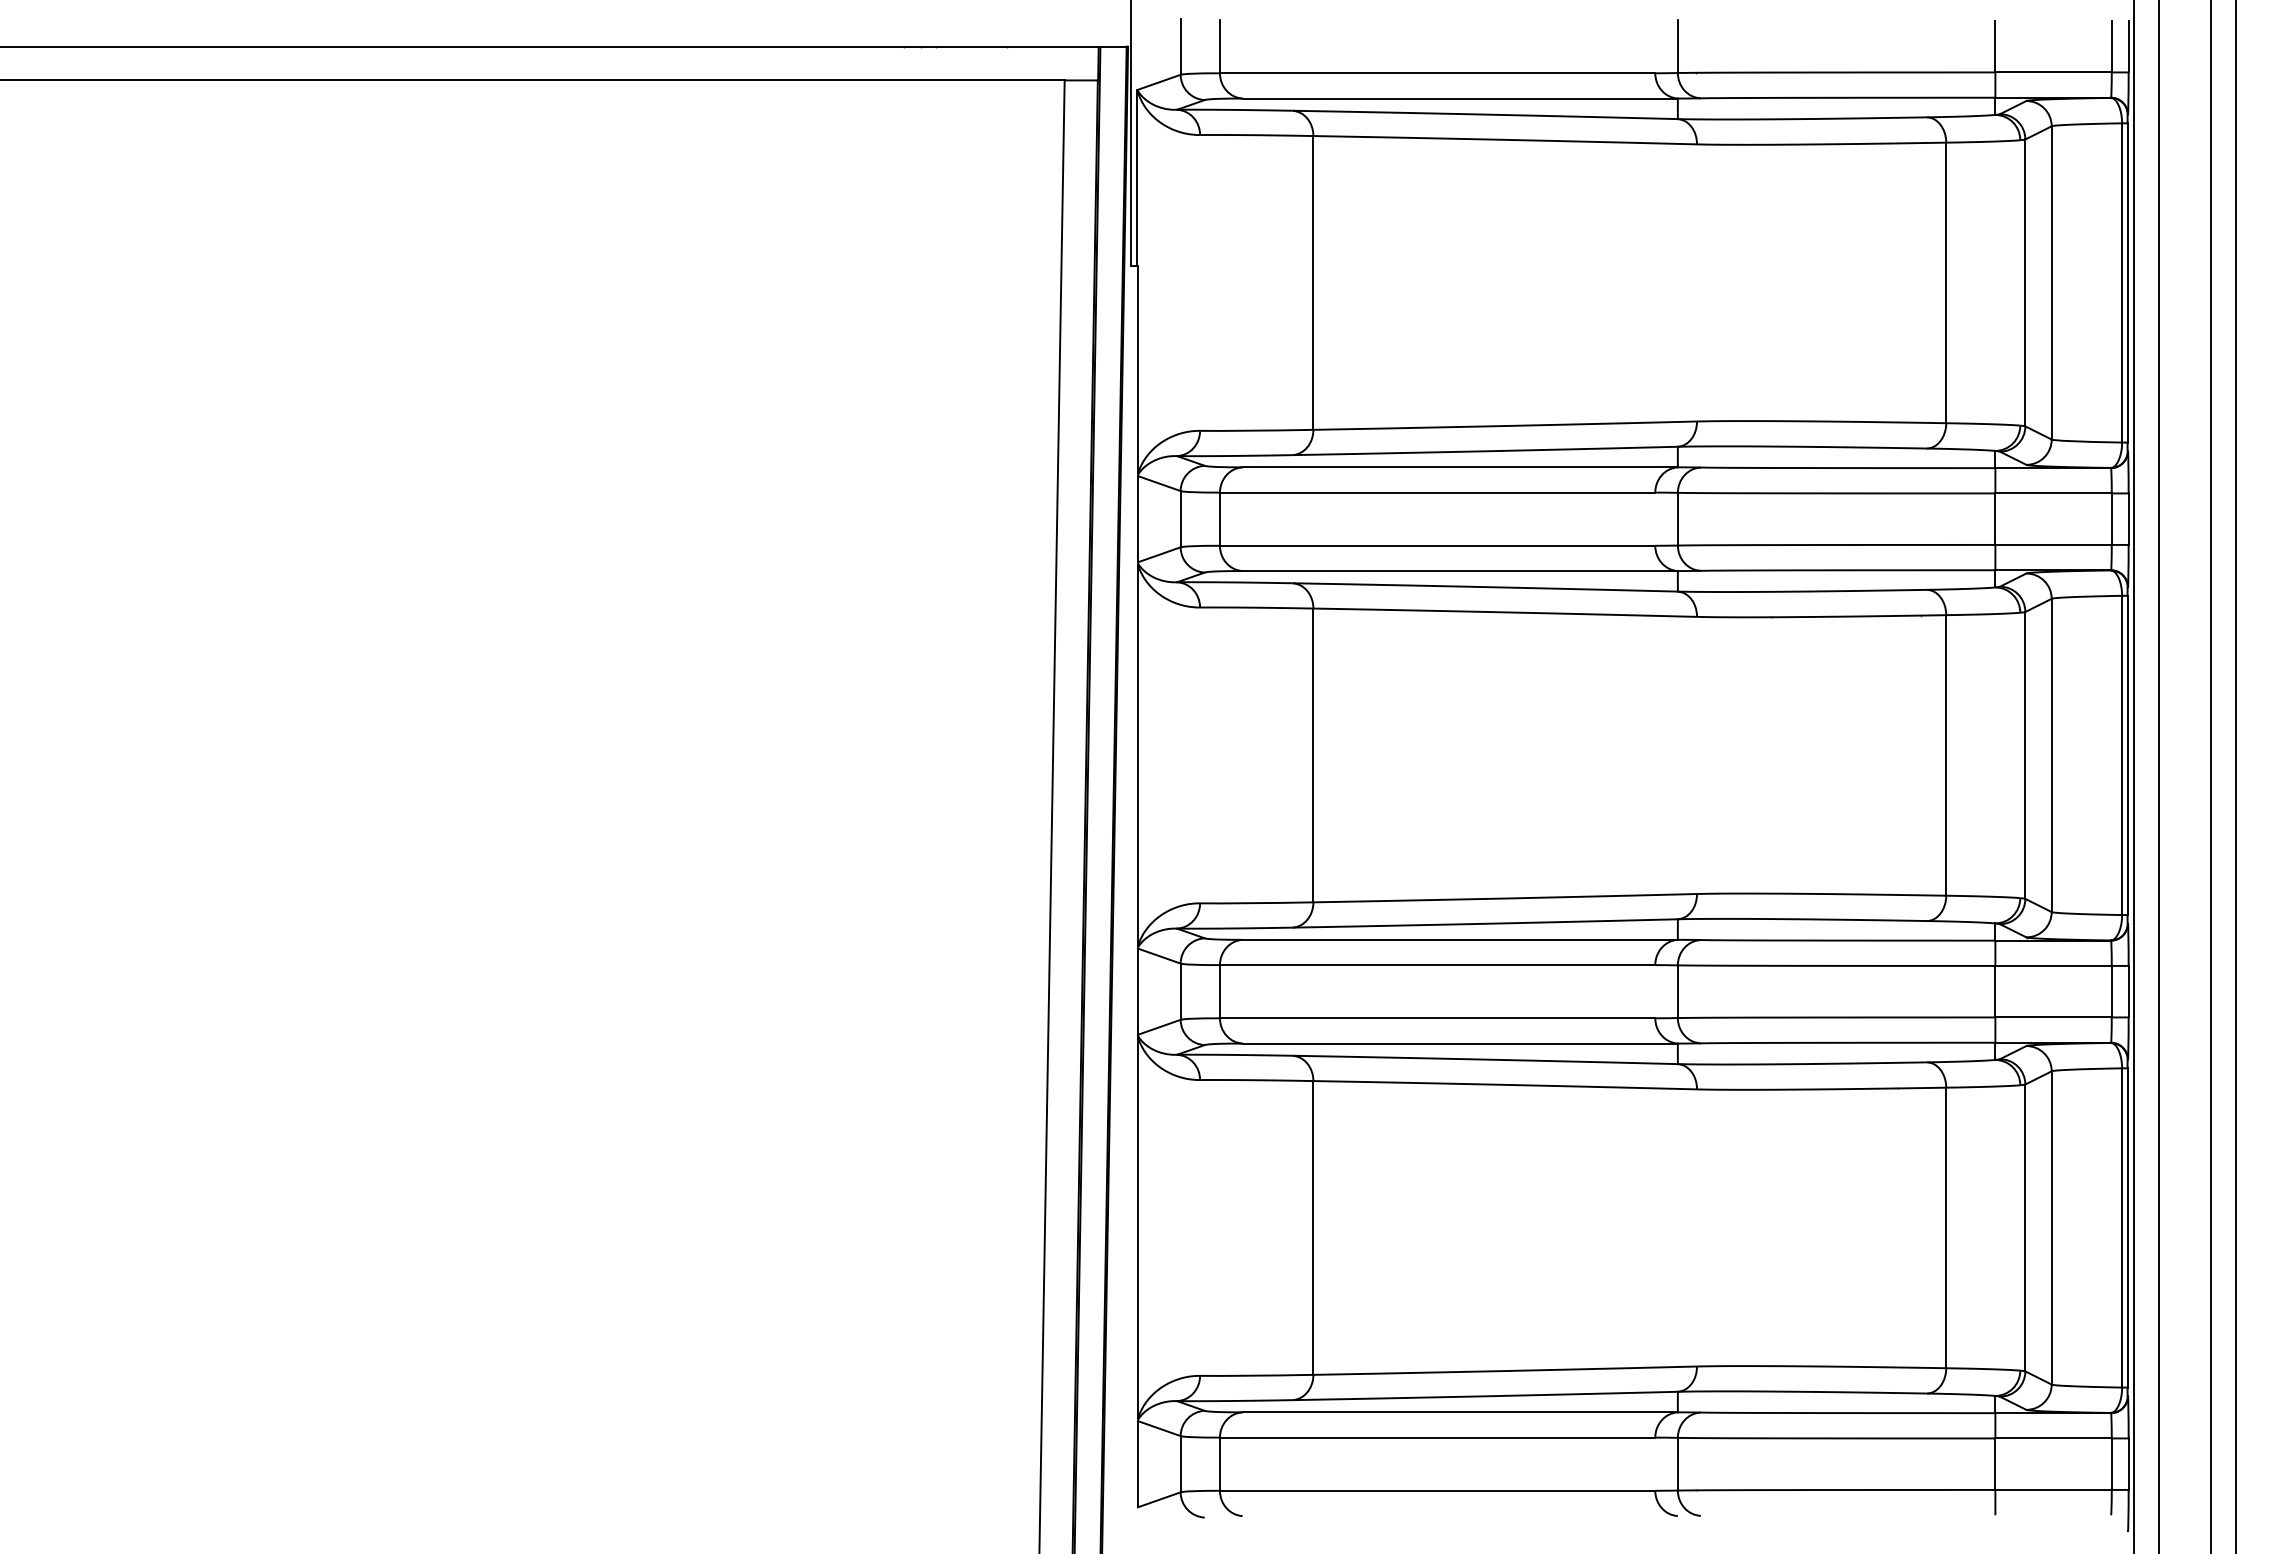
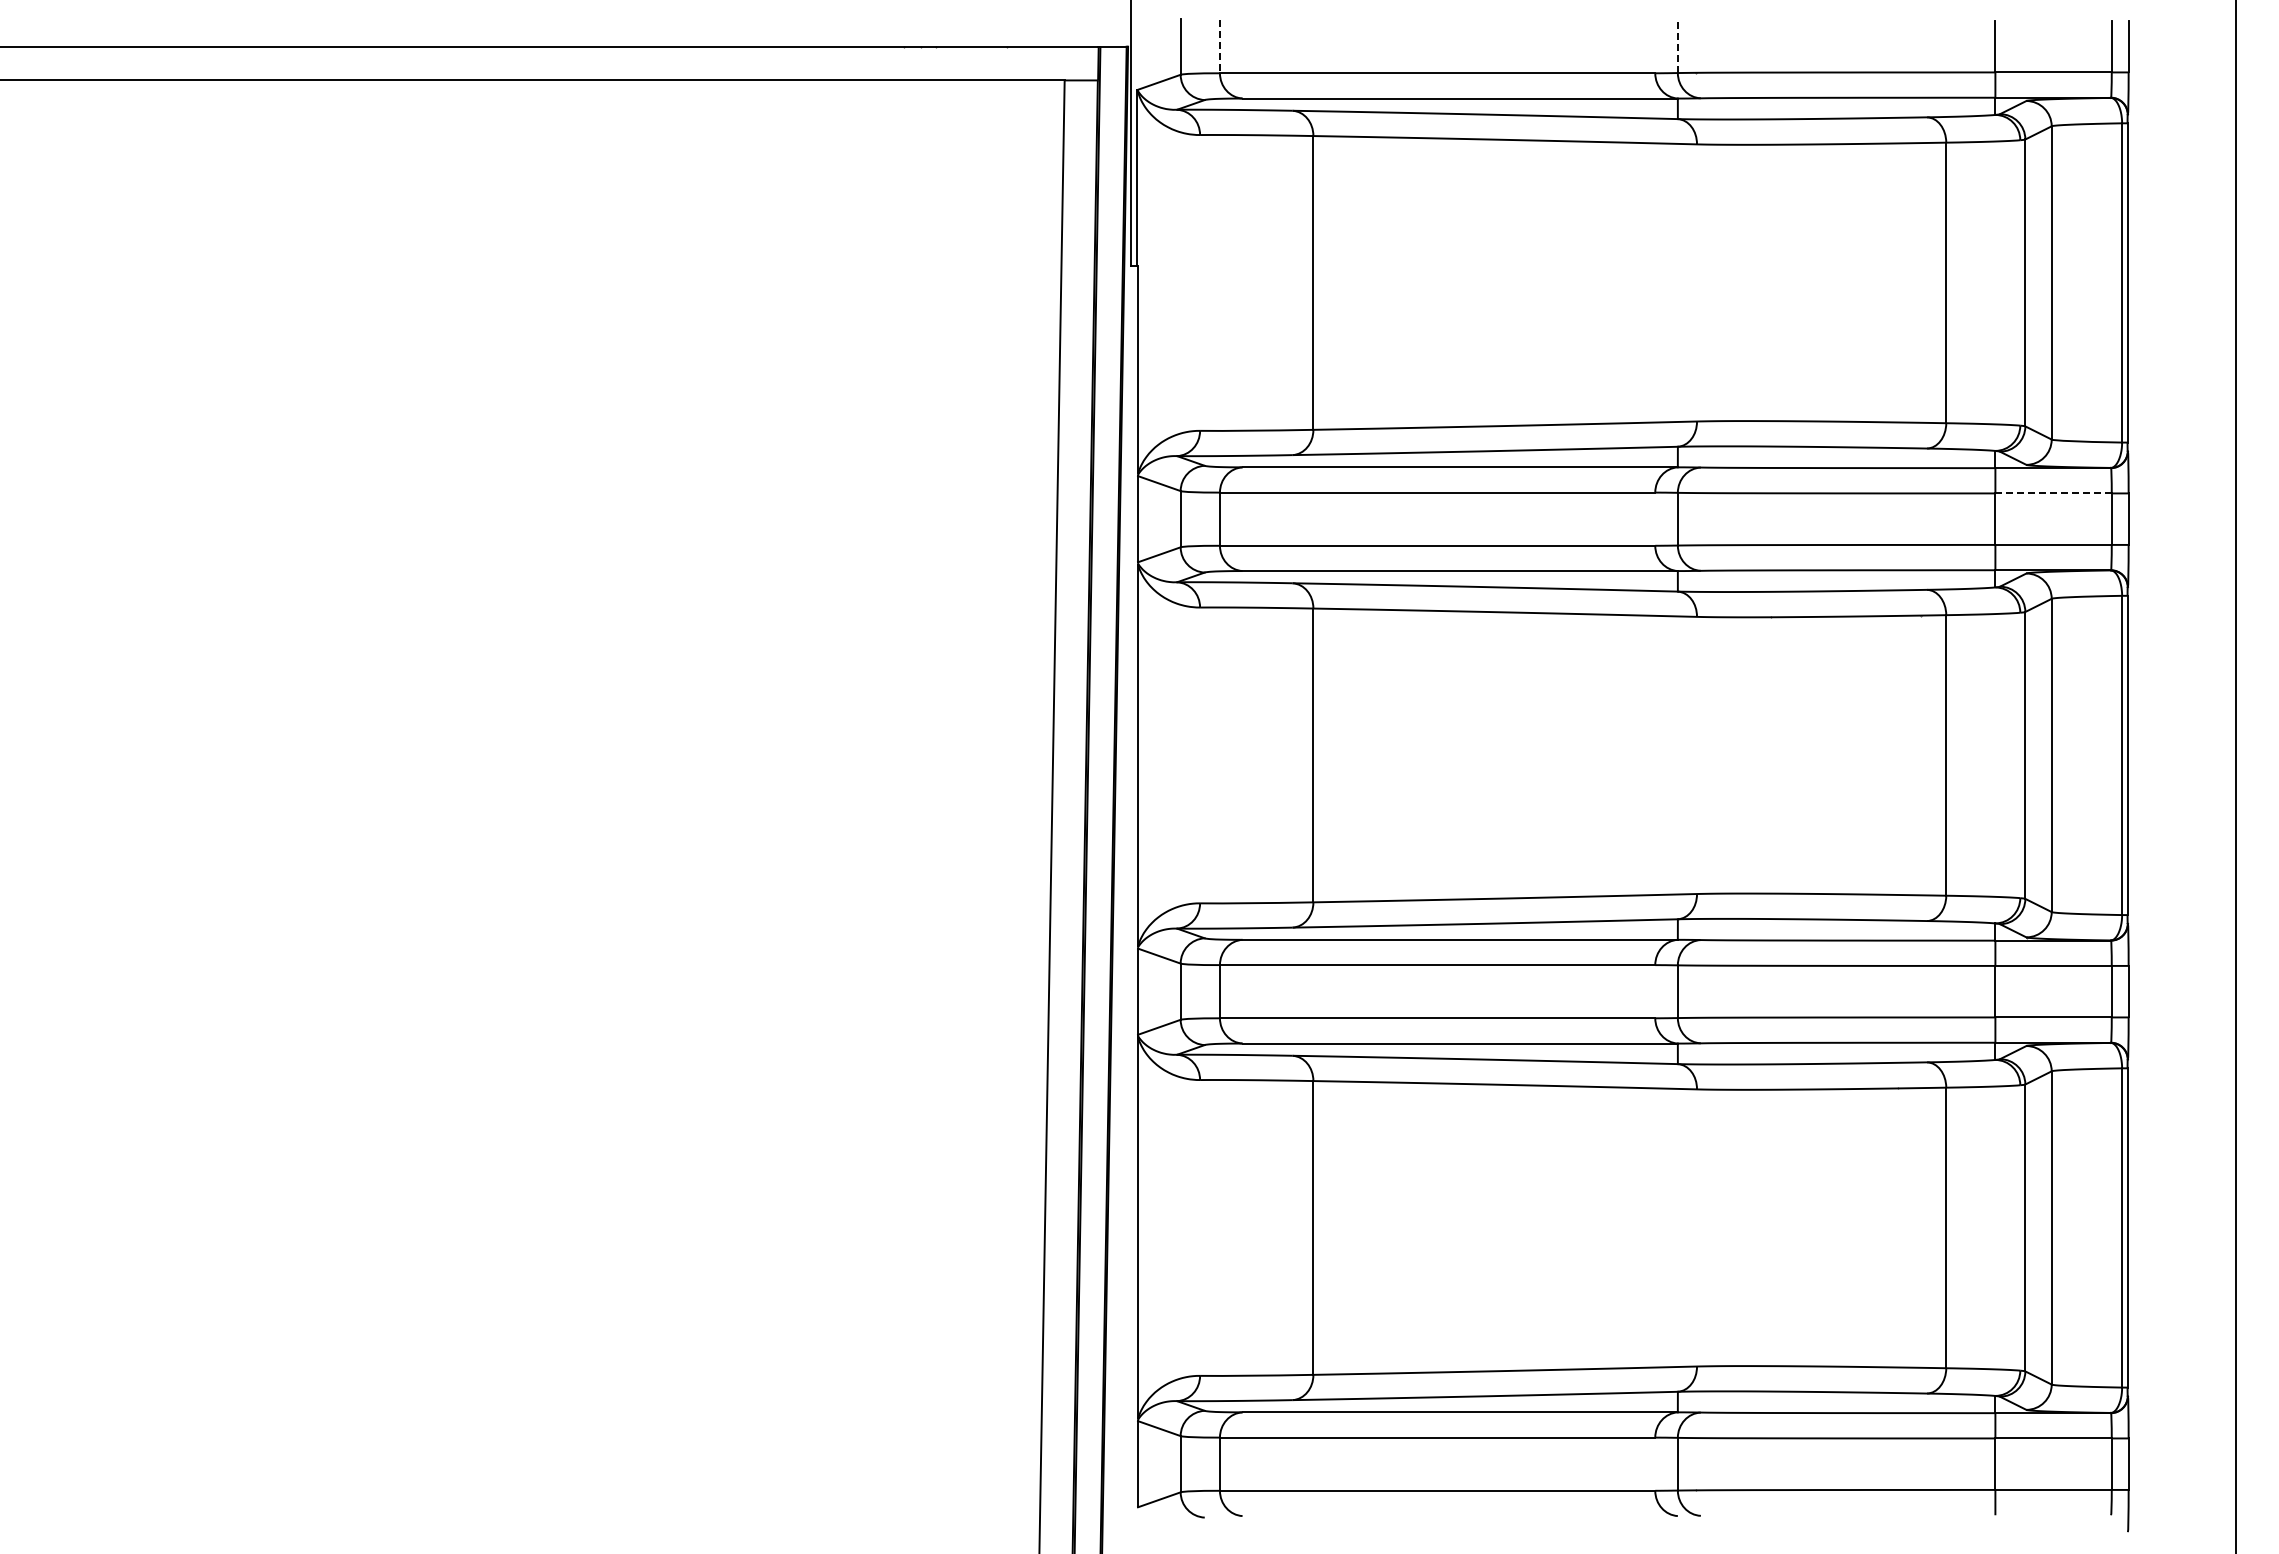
line at (1219, 46): solid -> dashed
line at (1677, 46): solid -> dashed
line at (2054, 493): solid -> dashed
line at (2133, 776): present -> none
line at (2159, 776): present -> none
line at (2210, 776): present -> none
